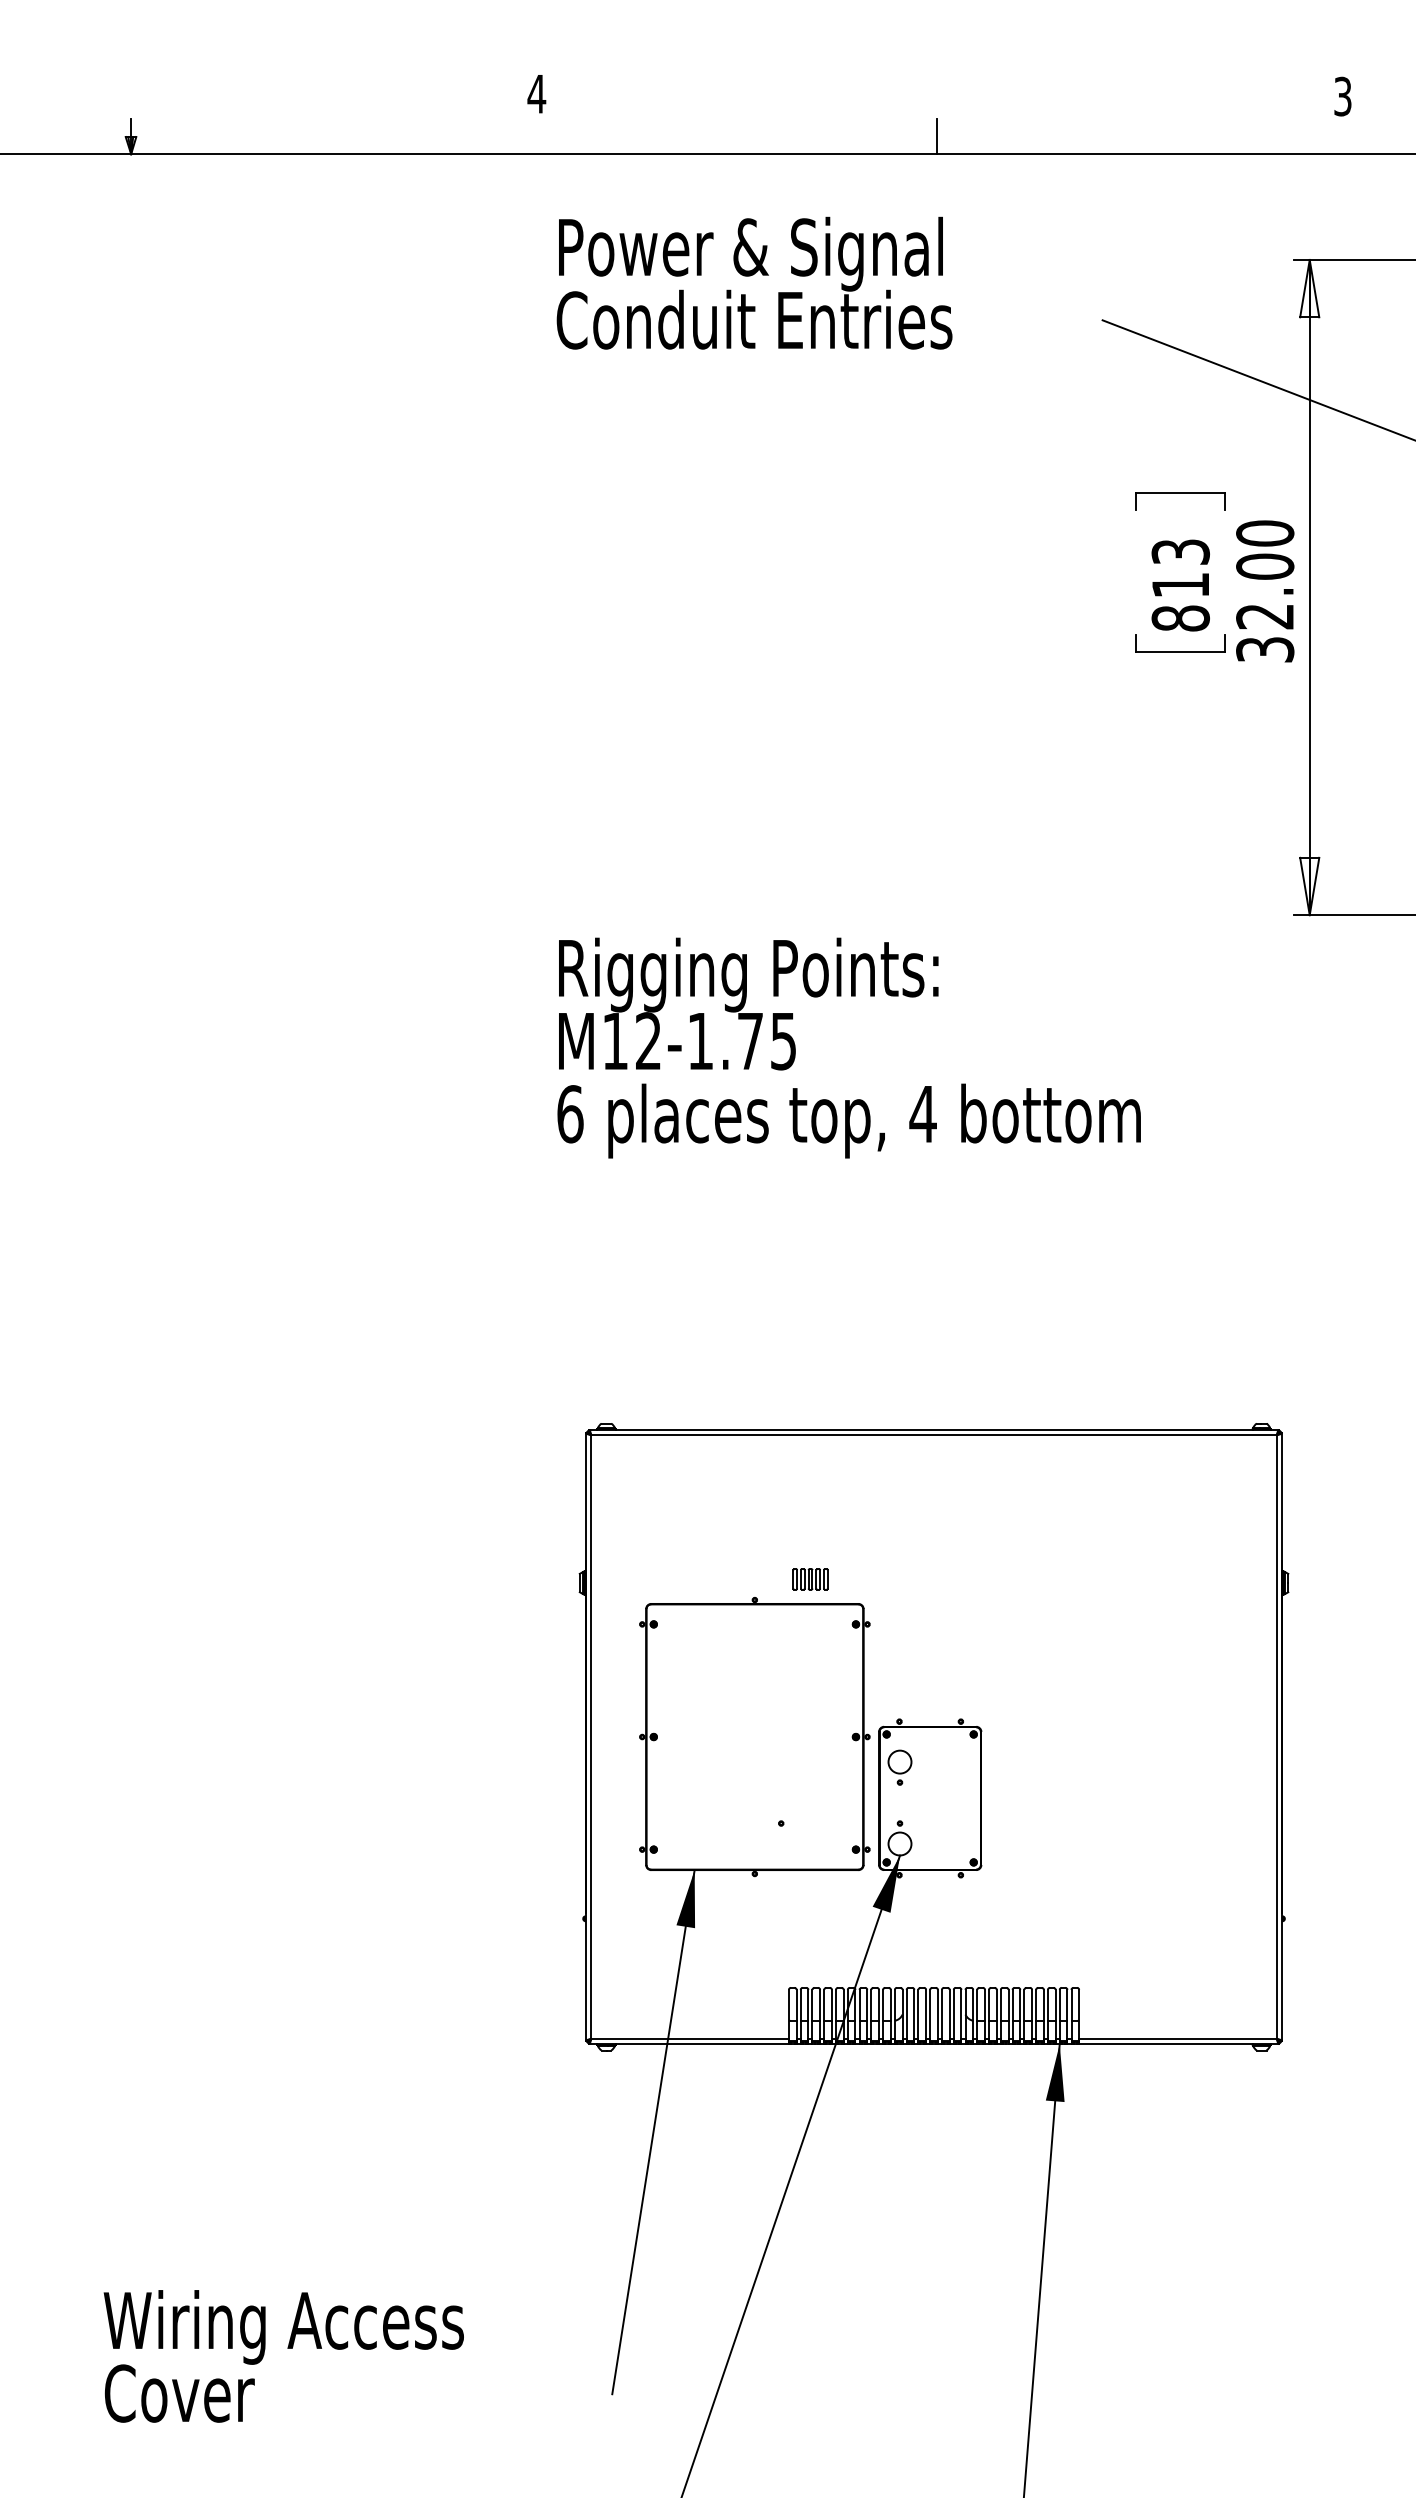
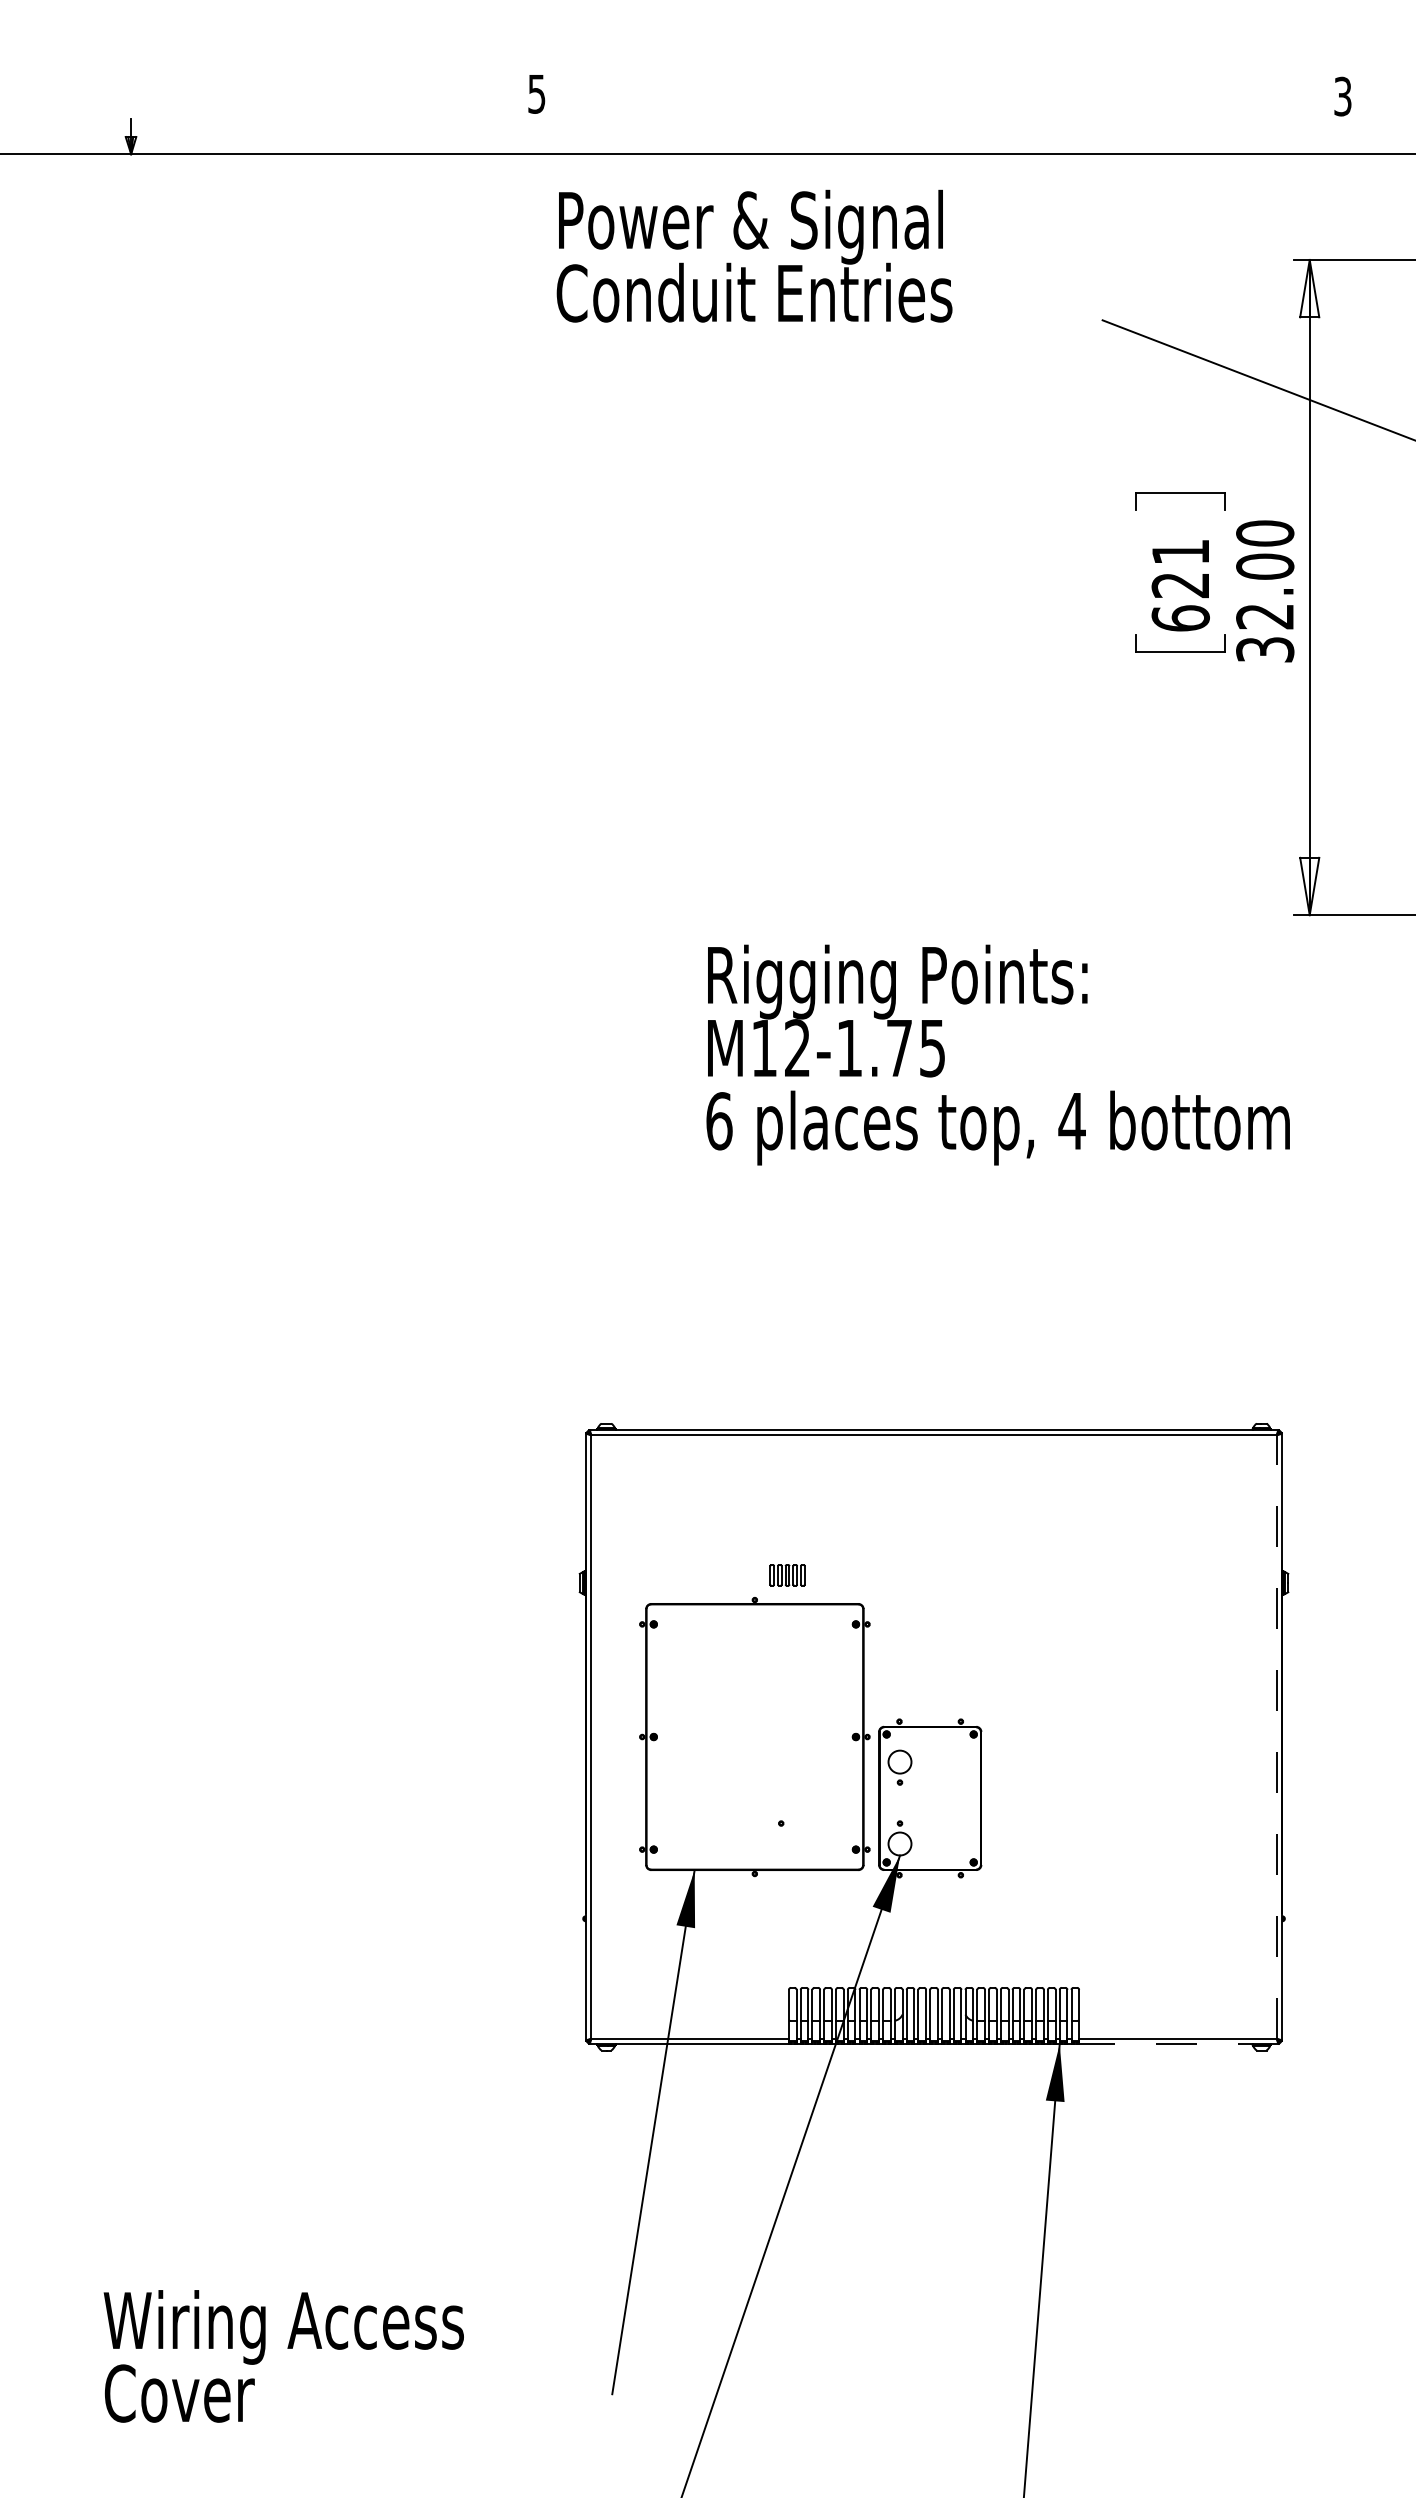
text at (536, 94): 4 -> 5
line at (937, 136): present -> none
text at (754, 282) position: (754, 282) -> (754, 255)
text at (1180, 585): 813 -> 621
text at (848, 1047) position: (848, 1047) -> (997, 1054)
part at (810, 1579) position: (810, 1579) -> (787, 1575)
line at (1276, 1737): solid -> dashed
line at (1179, 2044): solid -> dashed
